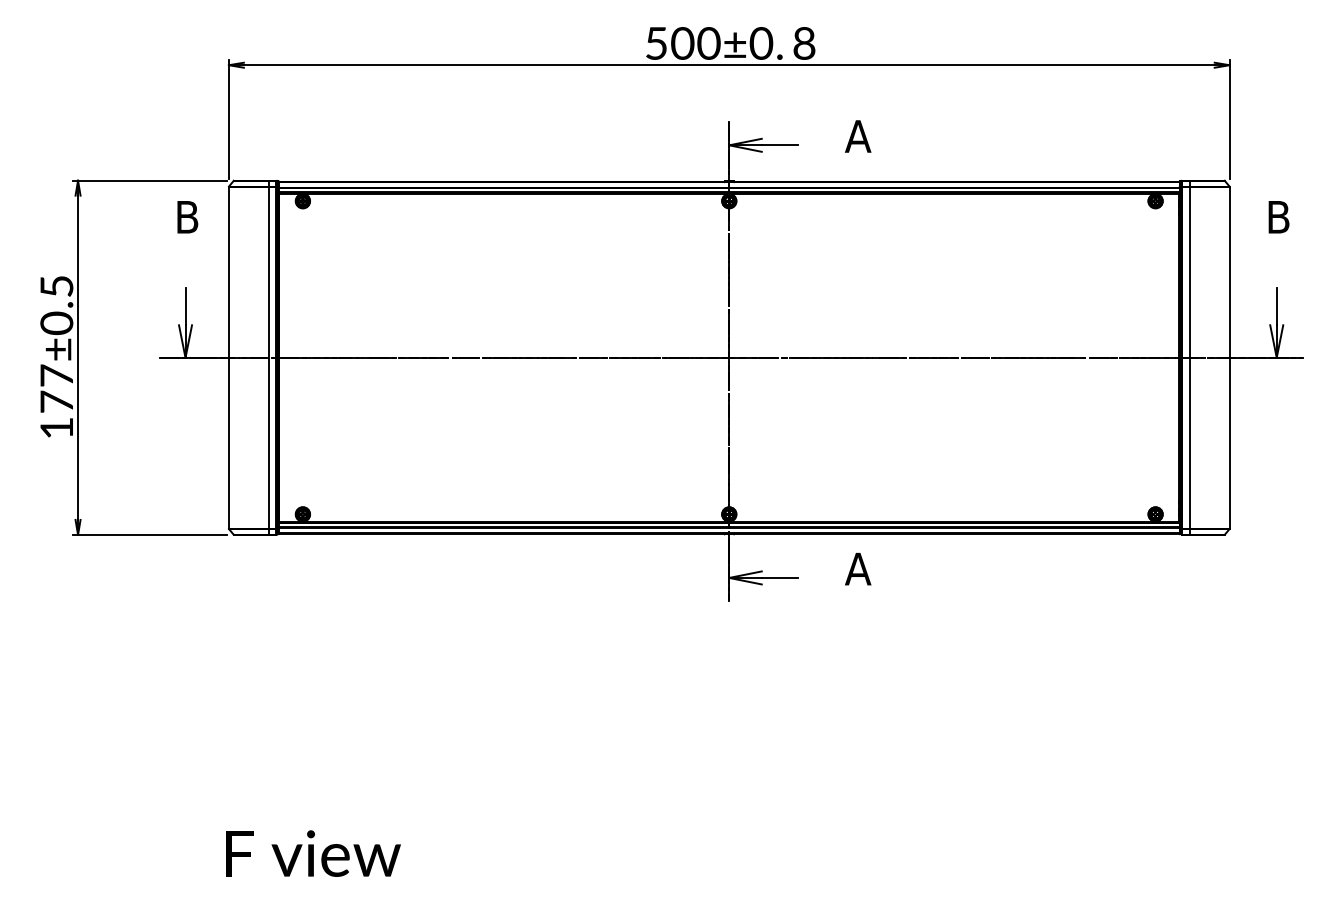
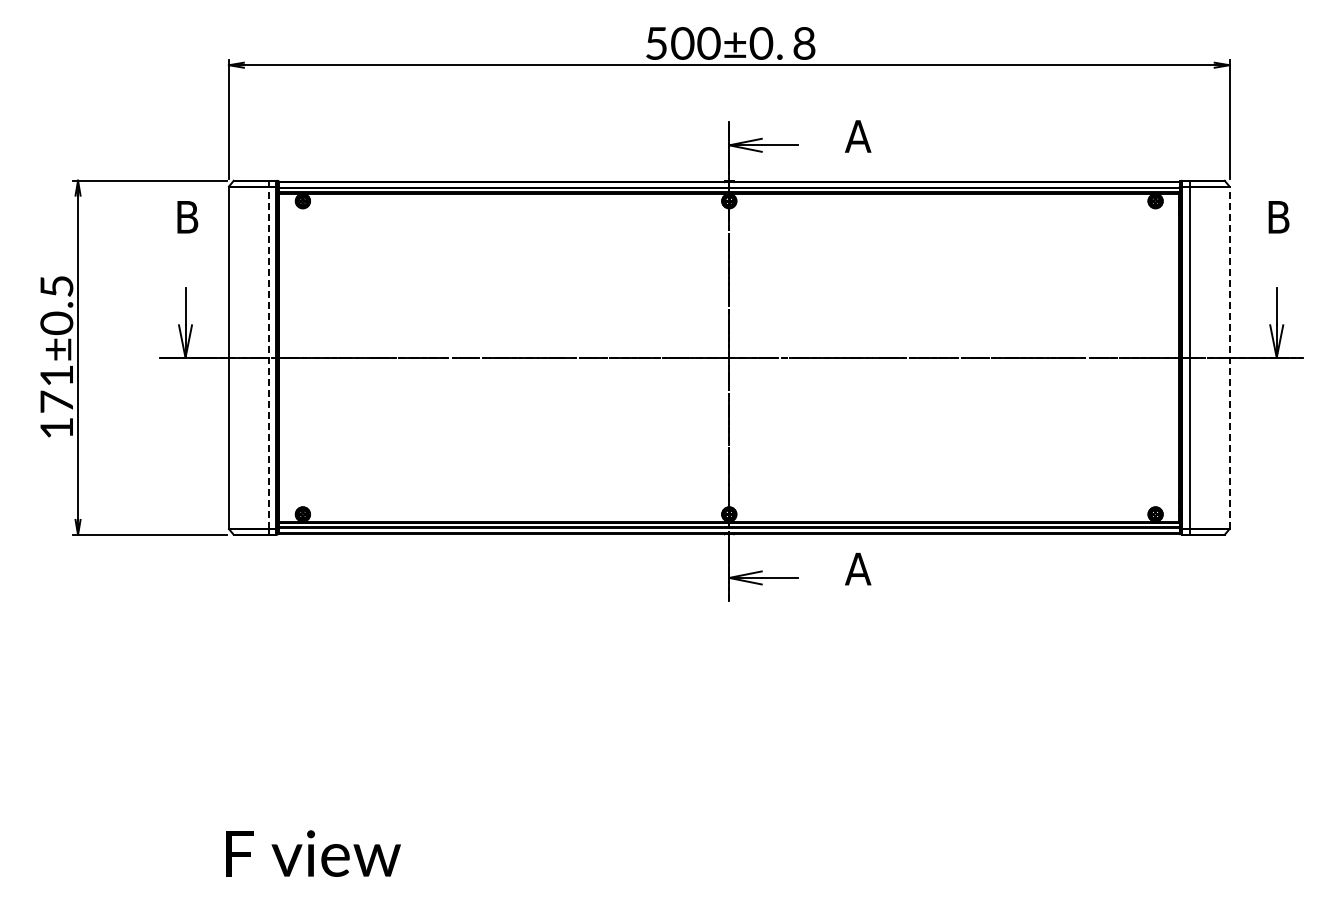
line at (268, 357): solid -> dashed
line at (1229, 357): solid -> dashed
text at (56, 375): 177±0.5 -> 171±0.5
